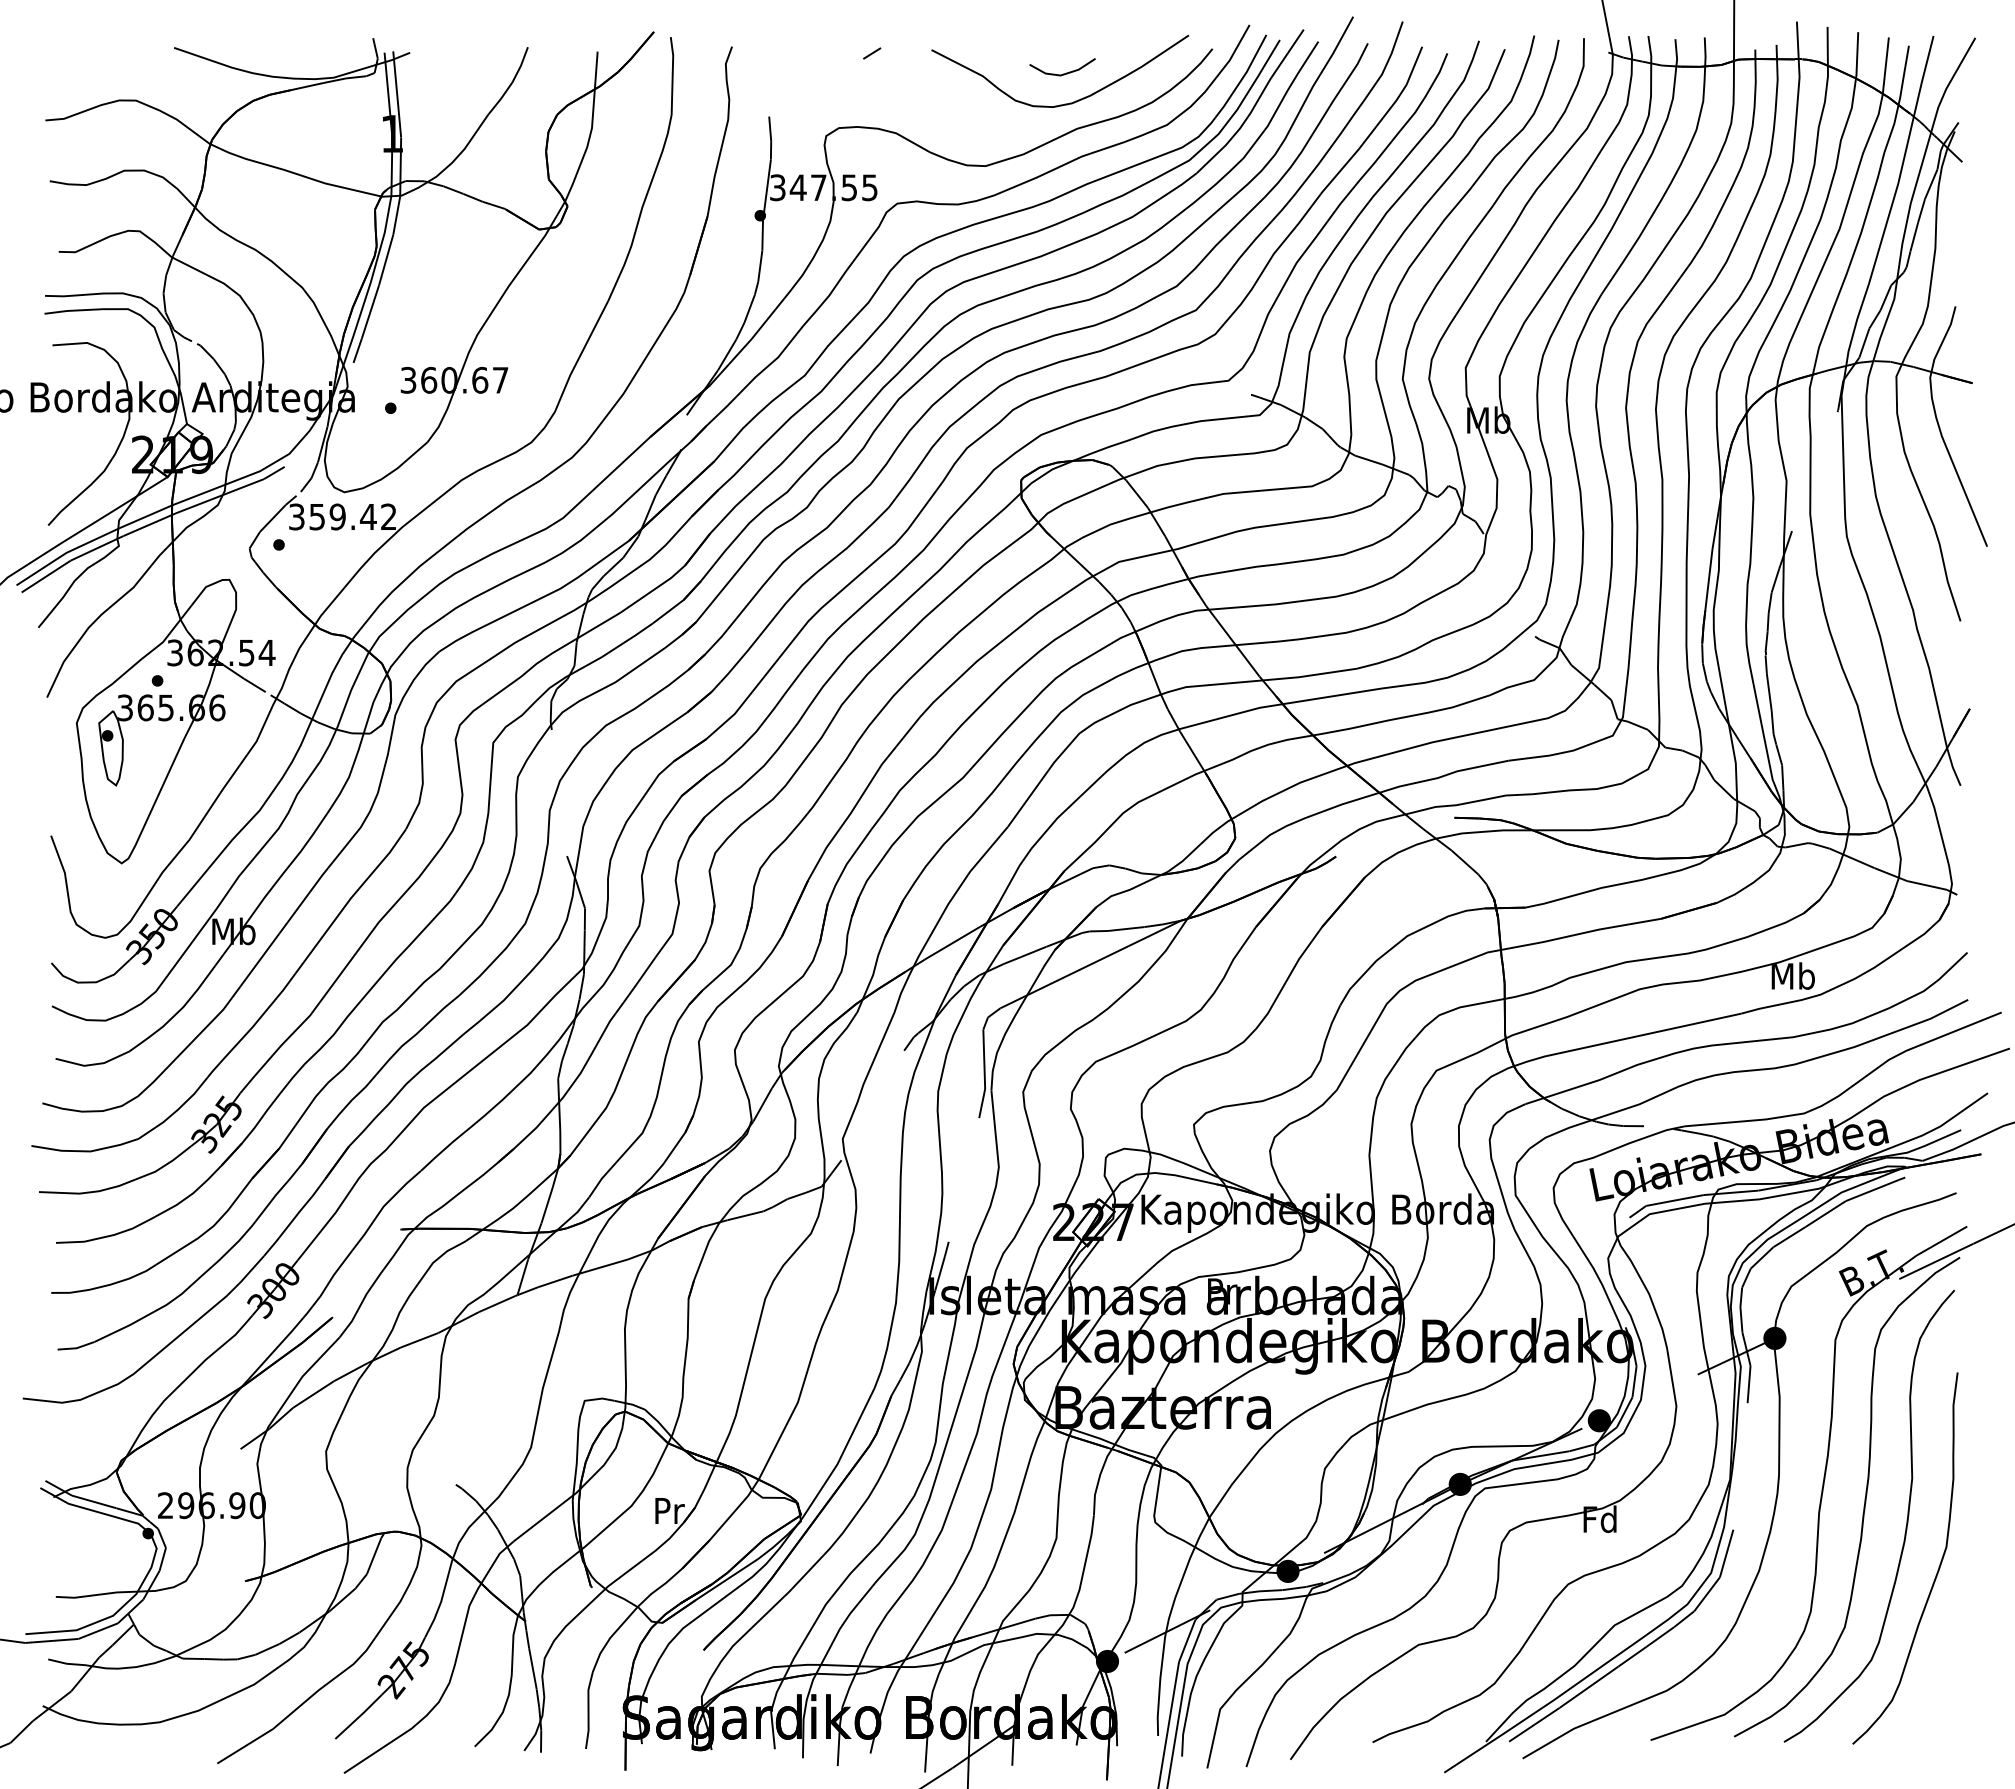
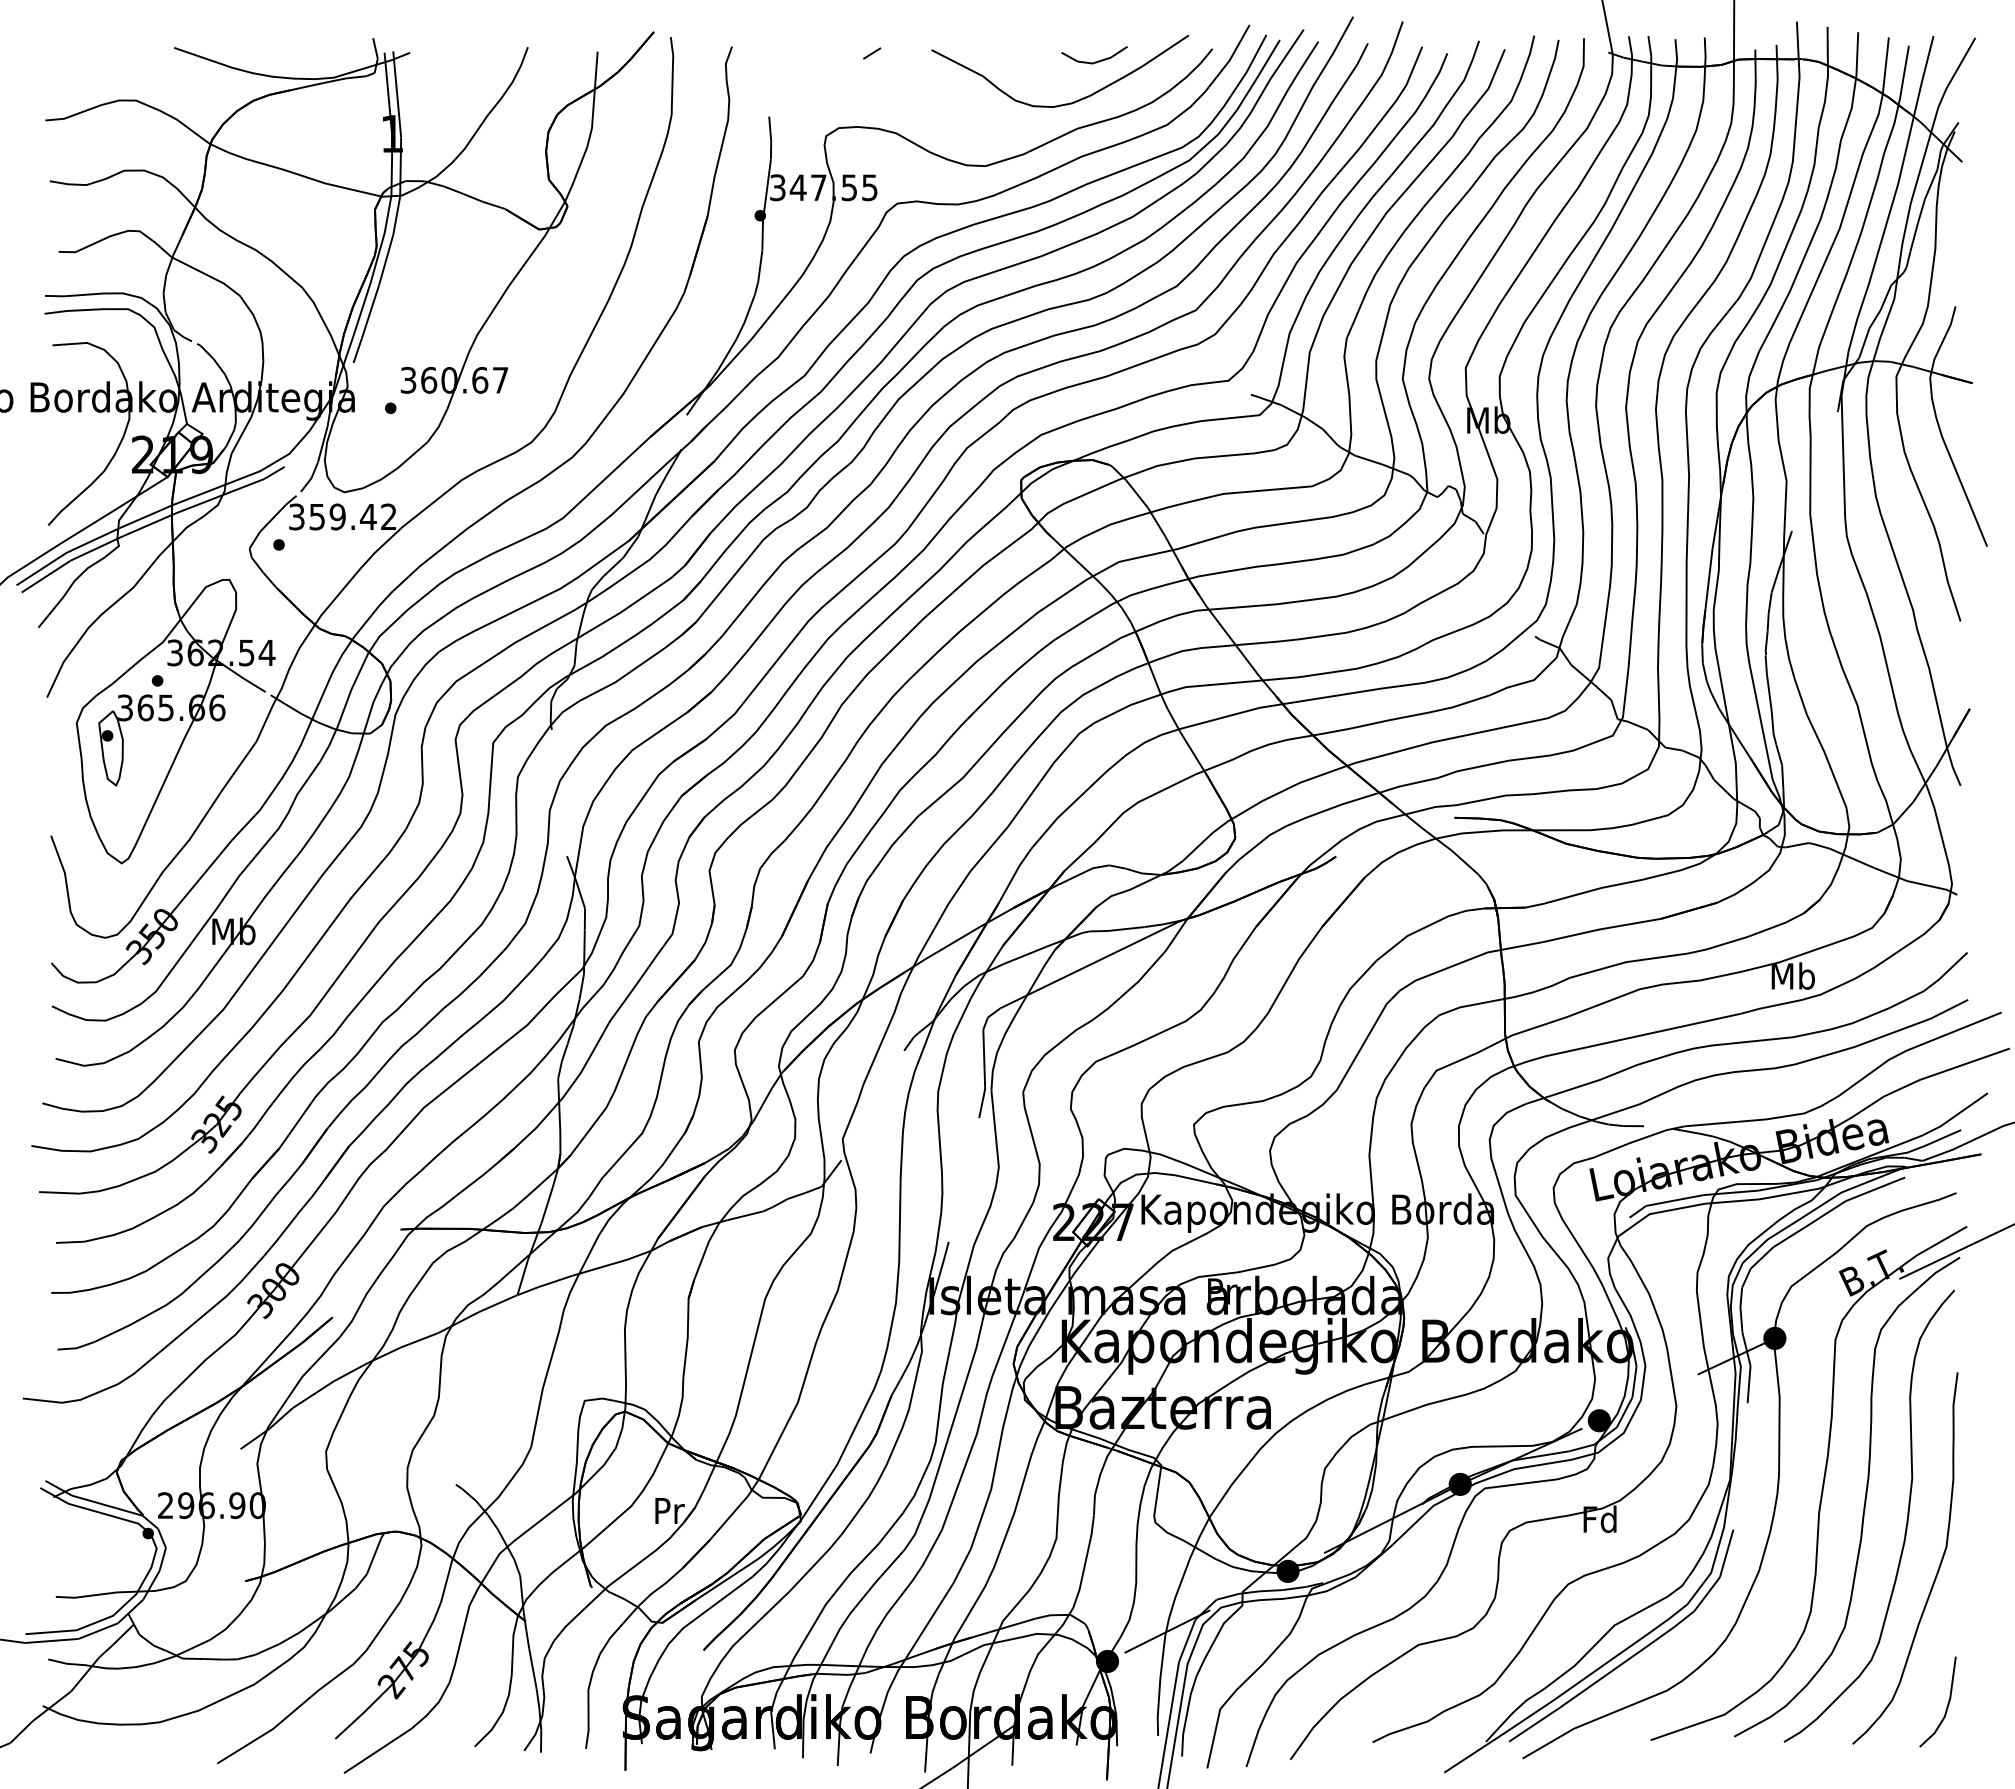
line at (1063, 73) position: (1063, 73) -> (1095, 61)
line at (1947, 1703): none -> present
